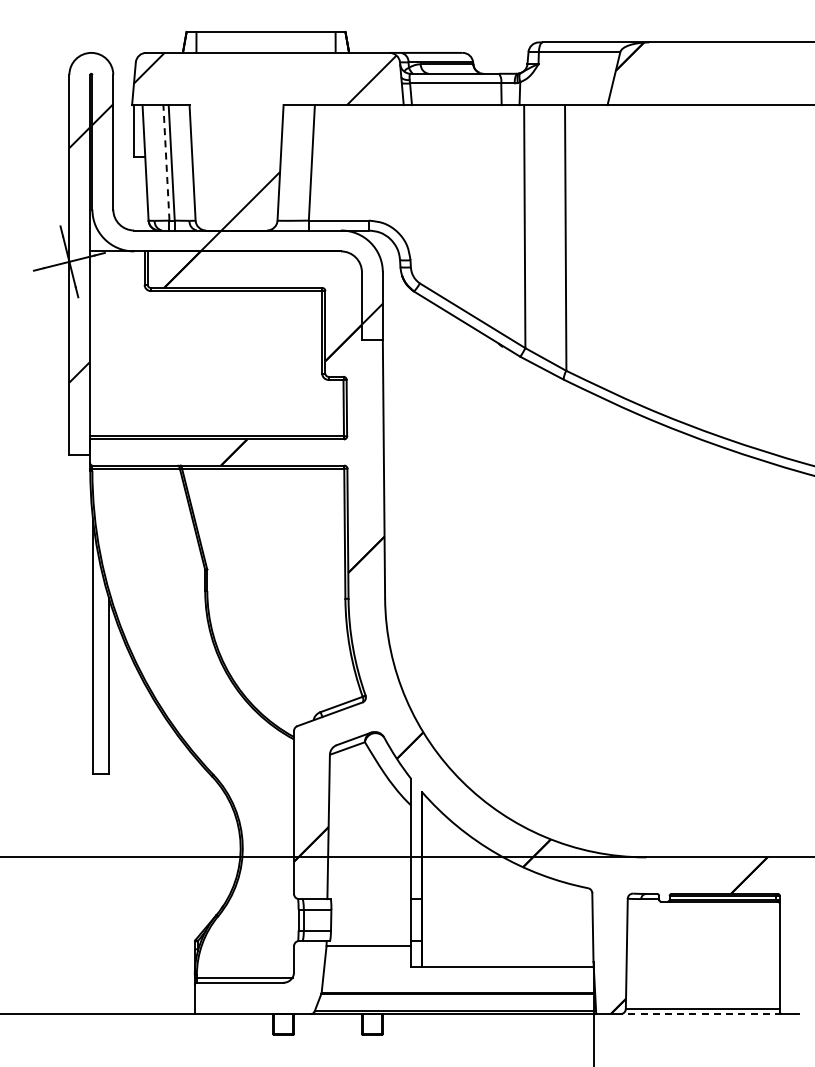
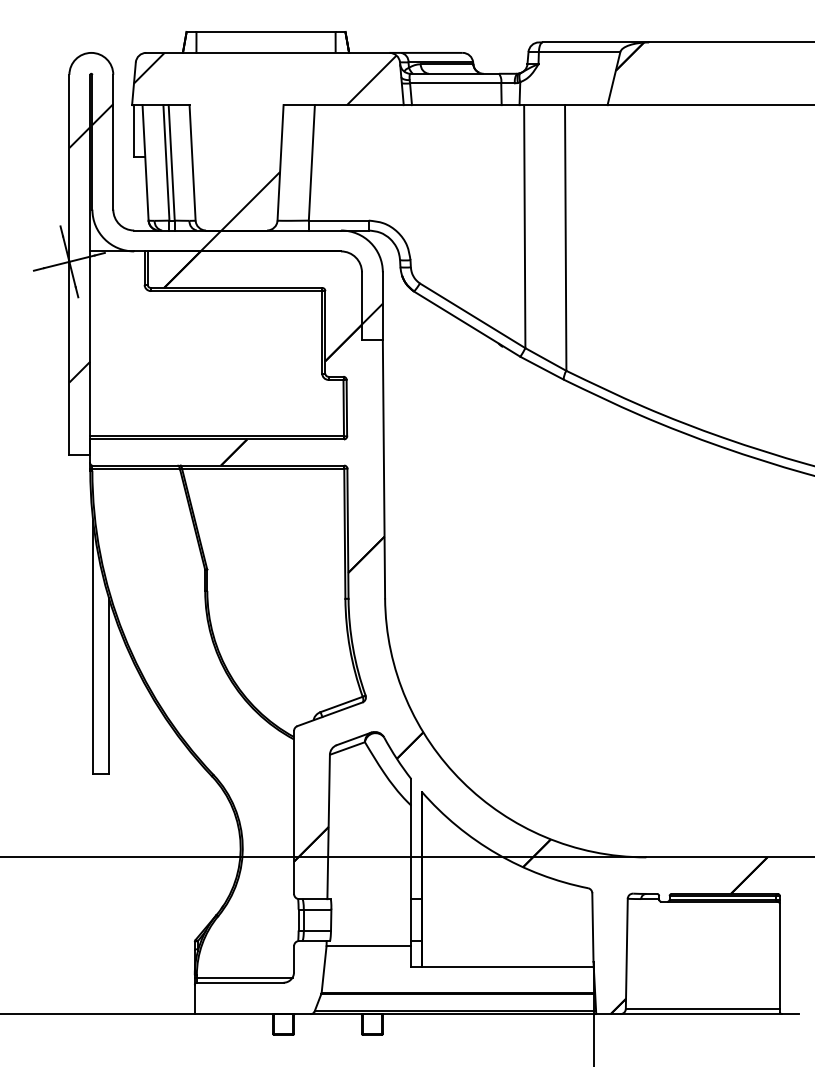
line at (166, 162): dashed -> solid
line at (701, 1014): dashed -> solid
